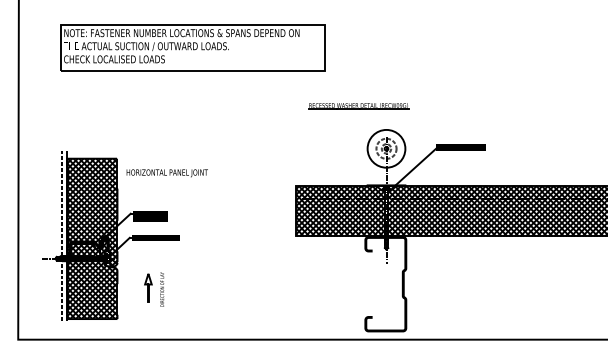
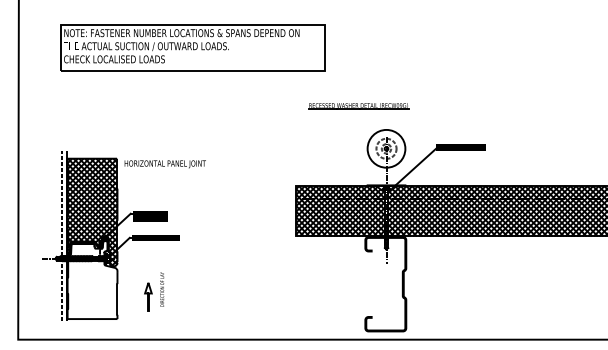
text at (166, 173) position: (166, 173) -> (164, 164)
hatch at (92, 279): present -> none
part at (148, 287) position: (148, 287) -> (148, 296)
